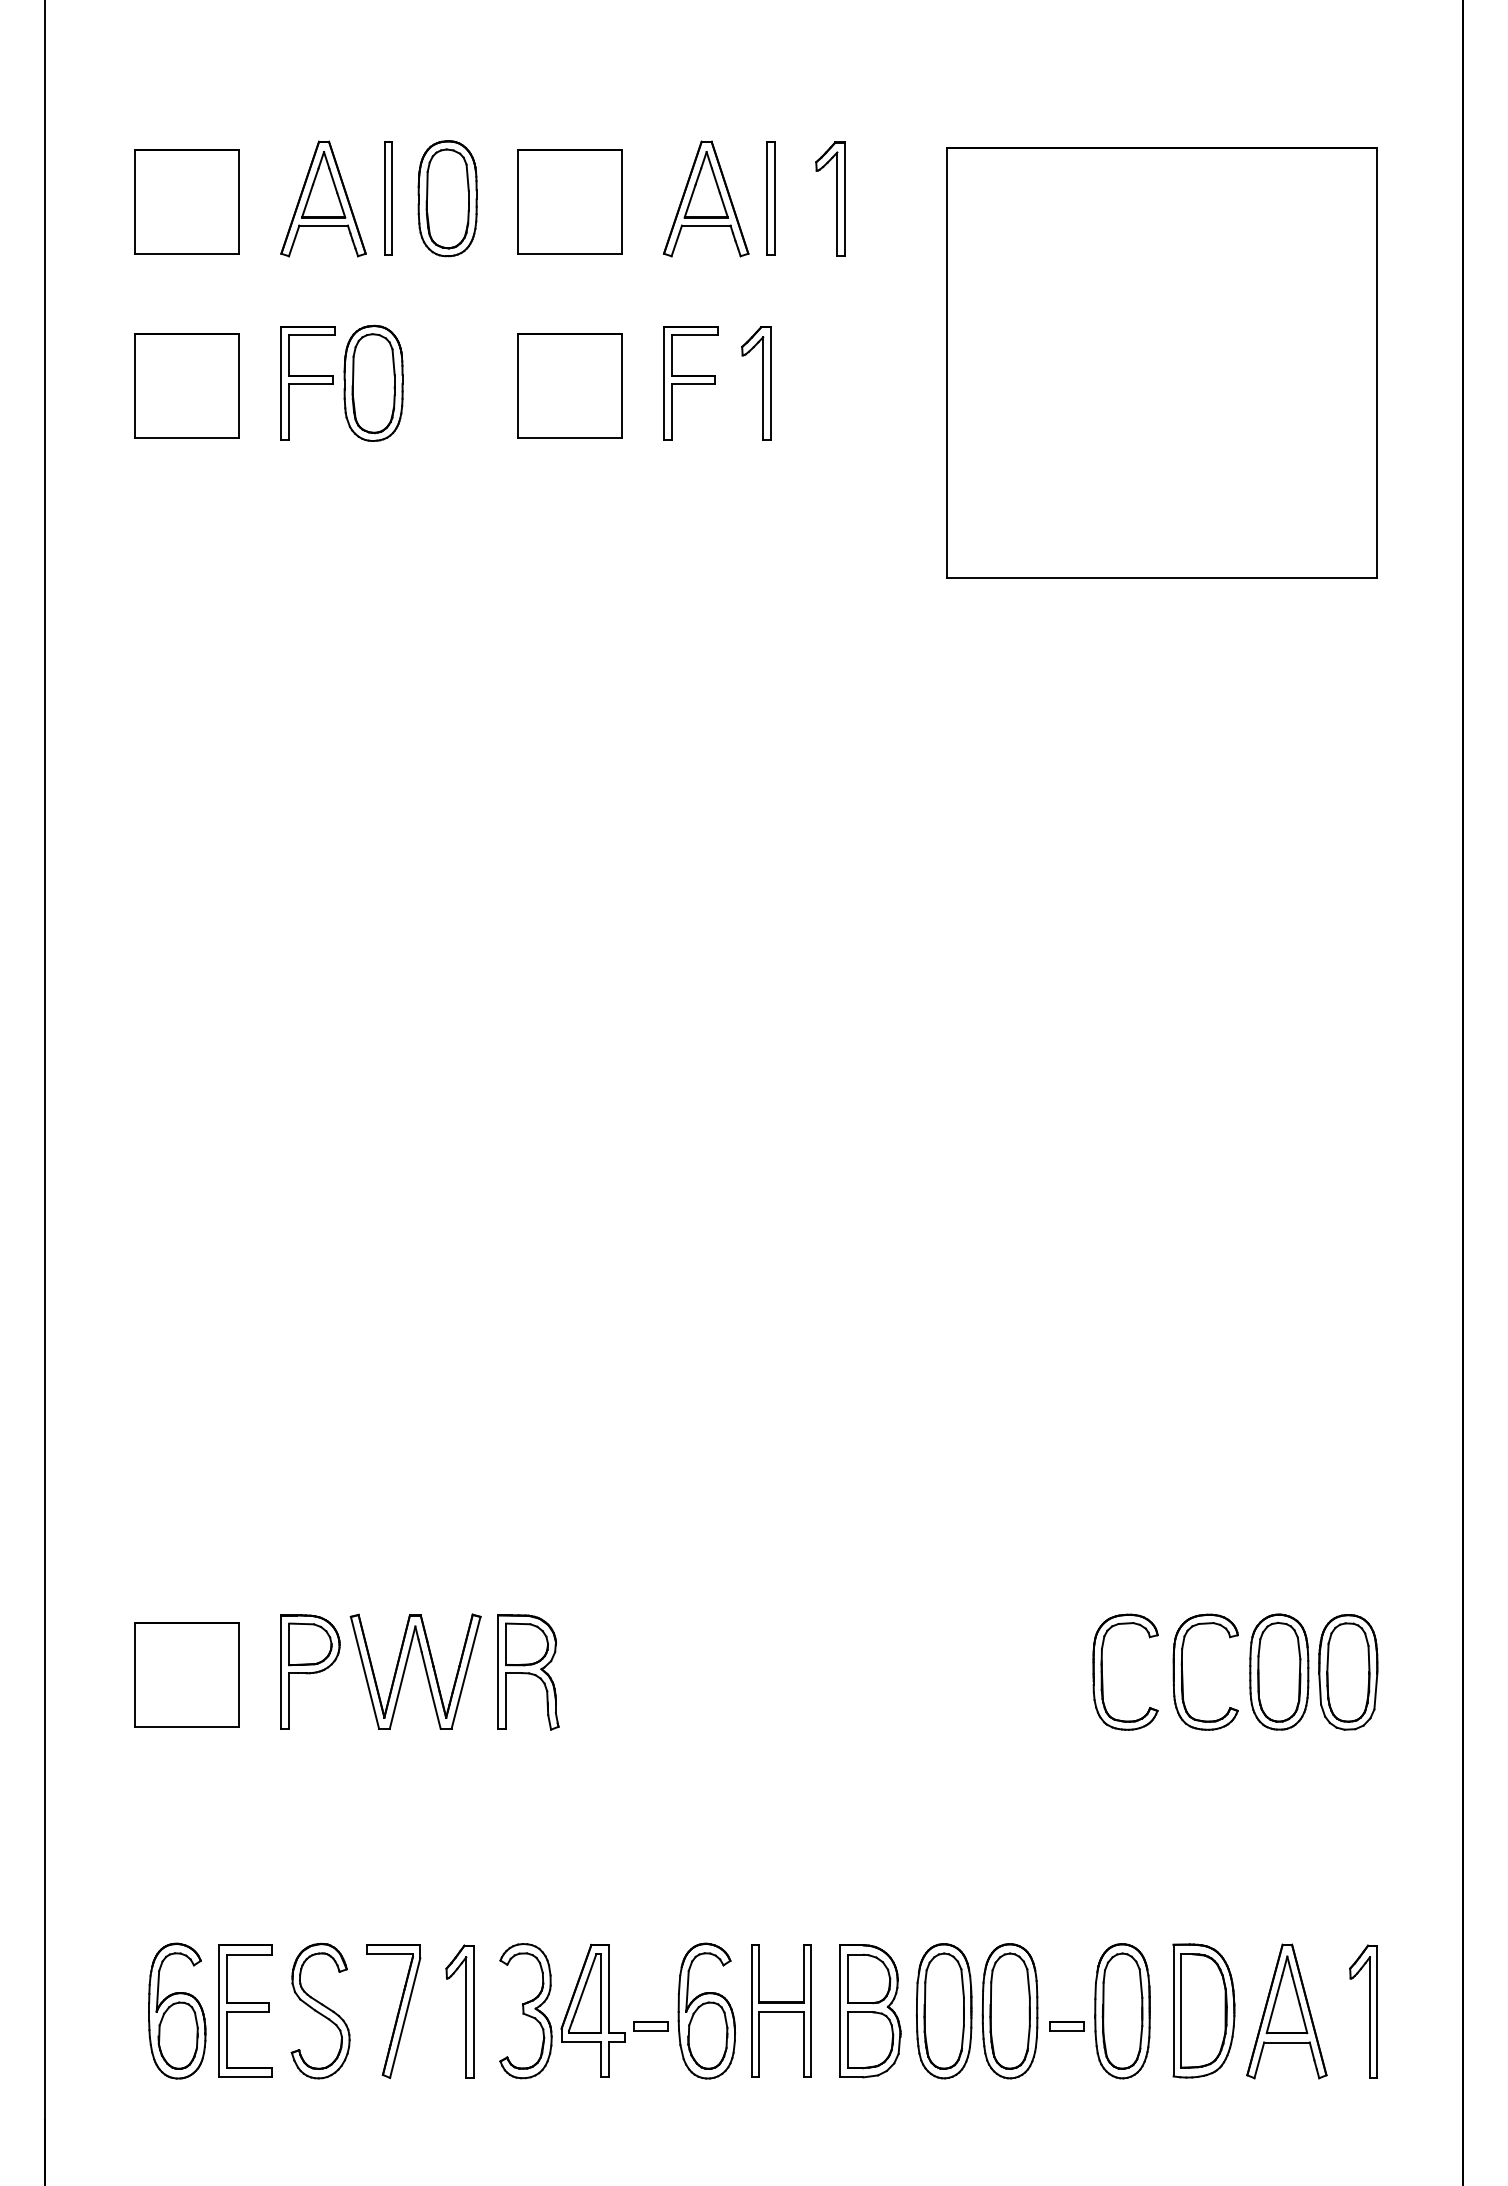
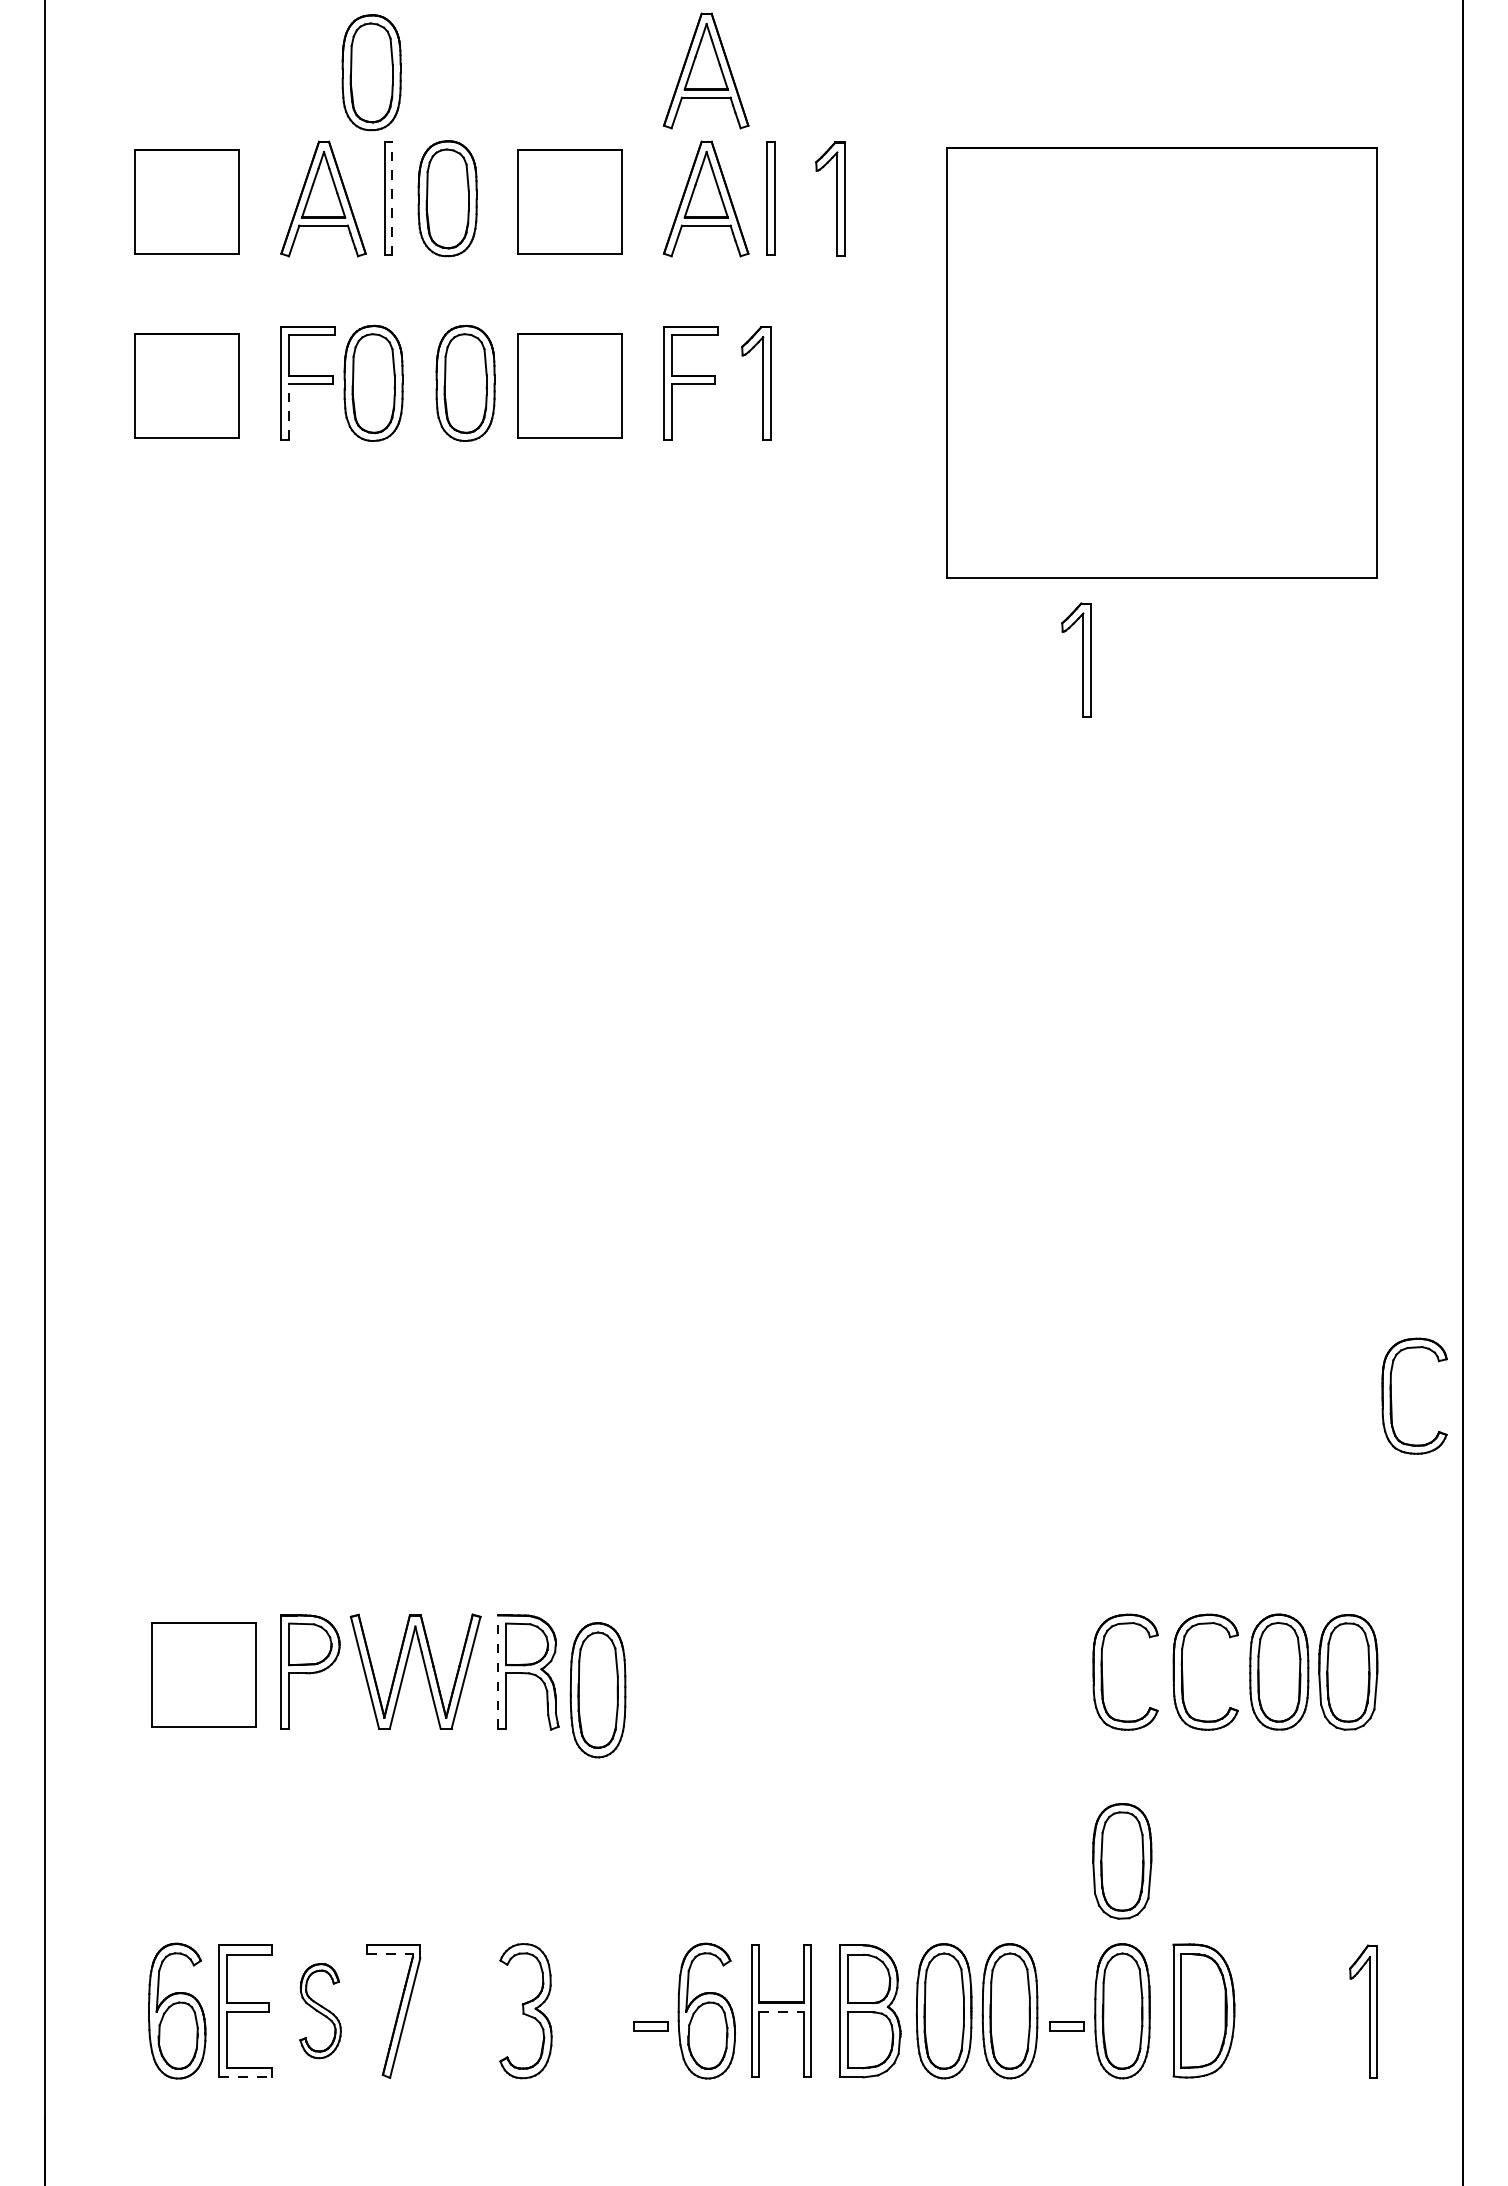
part at (706, 70): none -> present
part at (371, 72): none -> present
line at (392, 198): solid -> dashed
part at (465, 382): none -> present
line at (289, 411): solid -> dashed
part at (1076, 659): none -> present
part at (1391, 1395): none -> present
line at (497, 1672): solid -> dashed
part at (186, 1674) position: (186, 1674) -> (203, 1674)
part at (597, 1690): none -> present
part at (1122, 1861): none -> present
line at (390, 1954): solid -> dashed
part at (320, 2010) size: 61x138 px -> 43x97 px
part at (592, 2010): present -> none
part at (459, 2011): present -> none
line at (782, 2011): solid -> dashed
part at (1286, 2011): present -> none
line at (246, 2076): solid -> dashed
